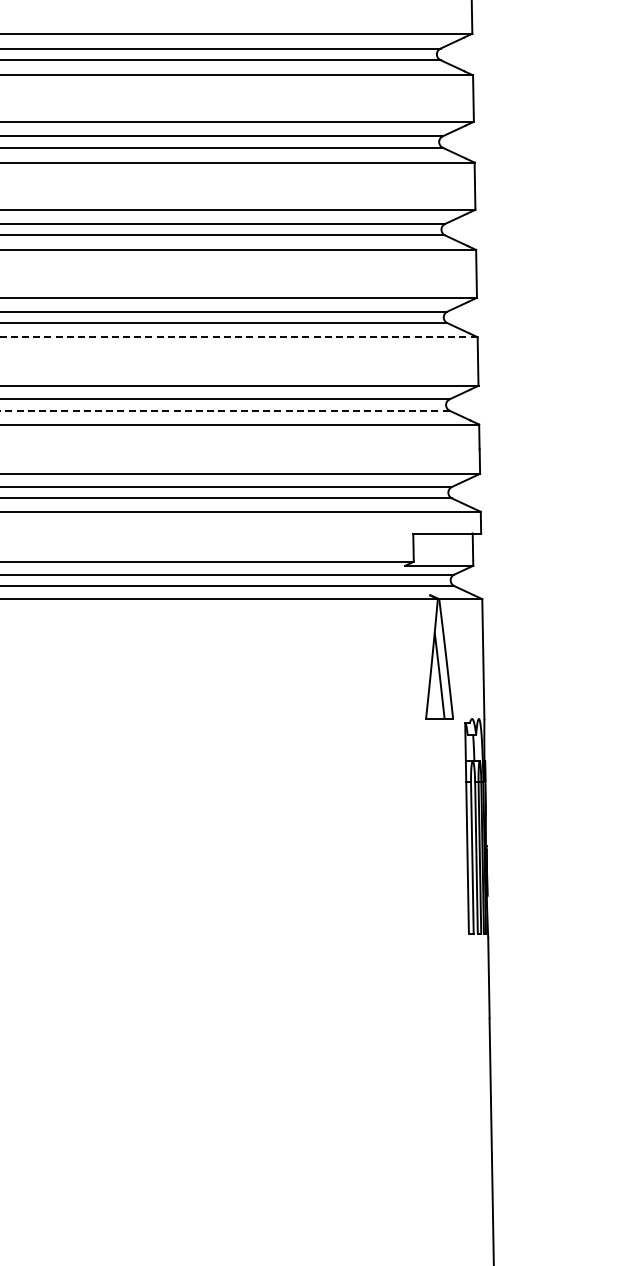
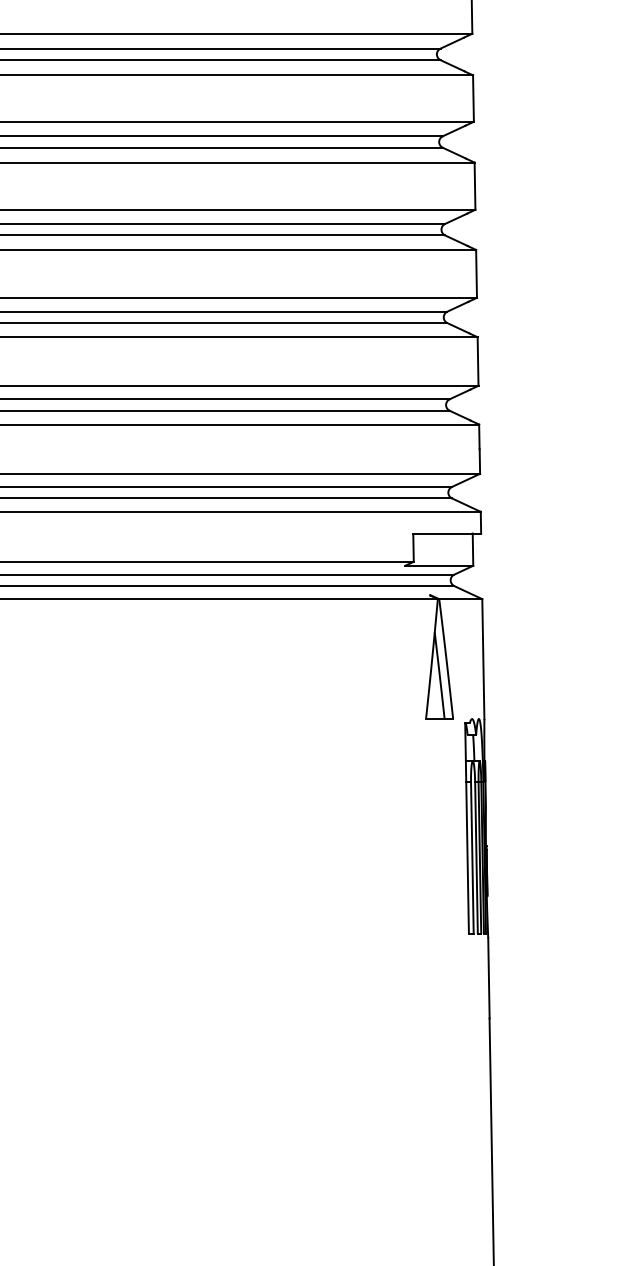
line at (238, 337): dashed -> solid
line at (224, 410): dashed -> solid
